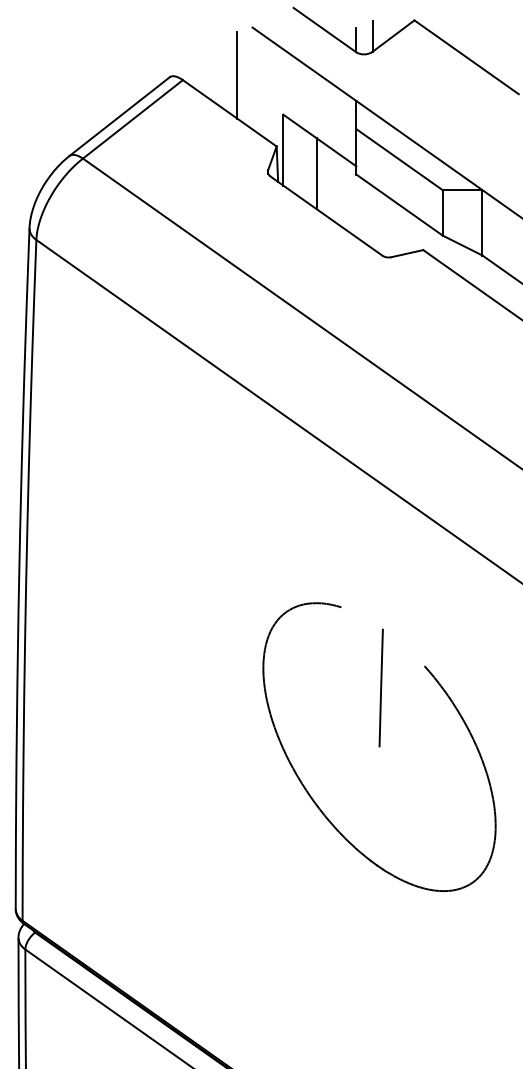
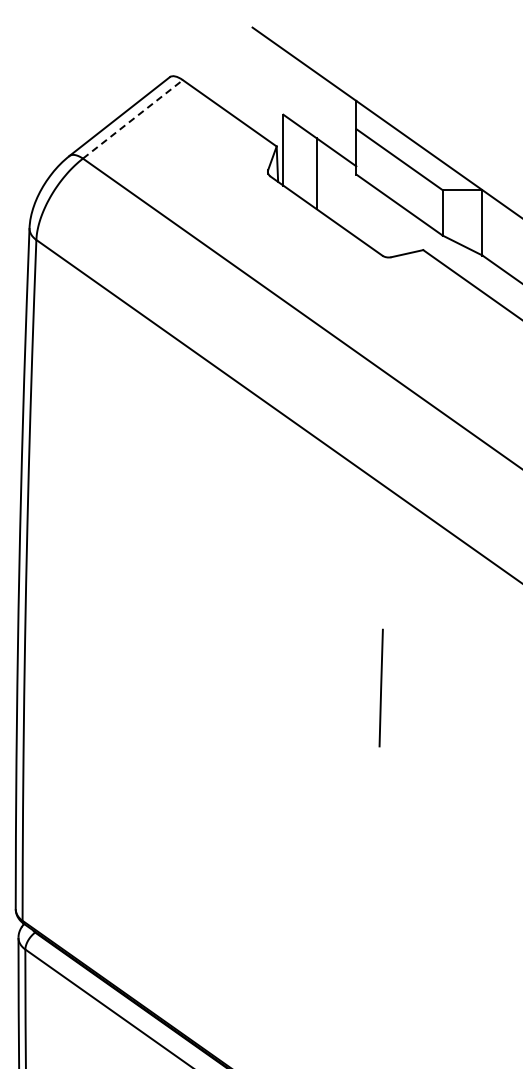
part at (396, 35): present -> none
line at (237, 75): present -> none
line at (132, 119): solid -> dashed
part at (448, 698): present -> none
